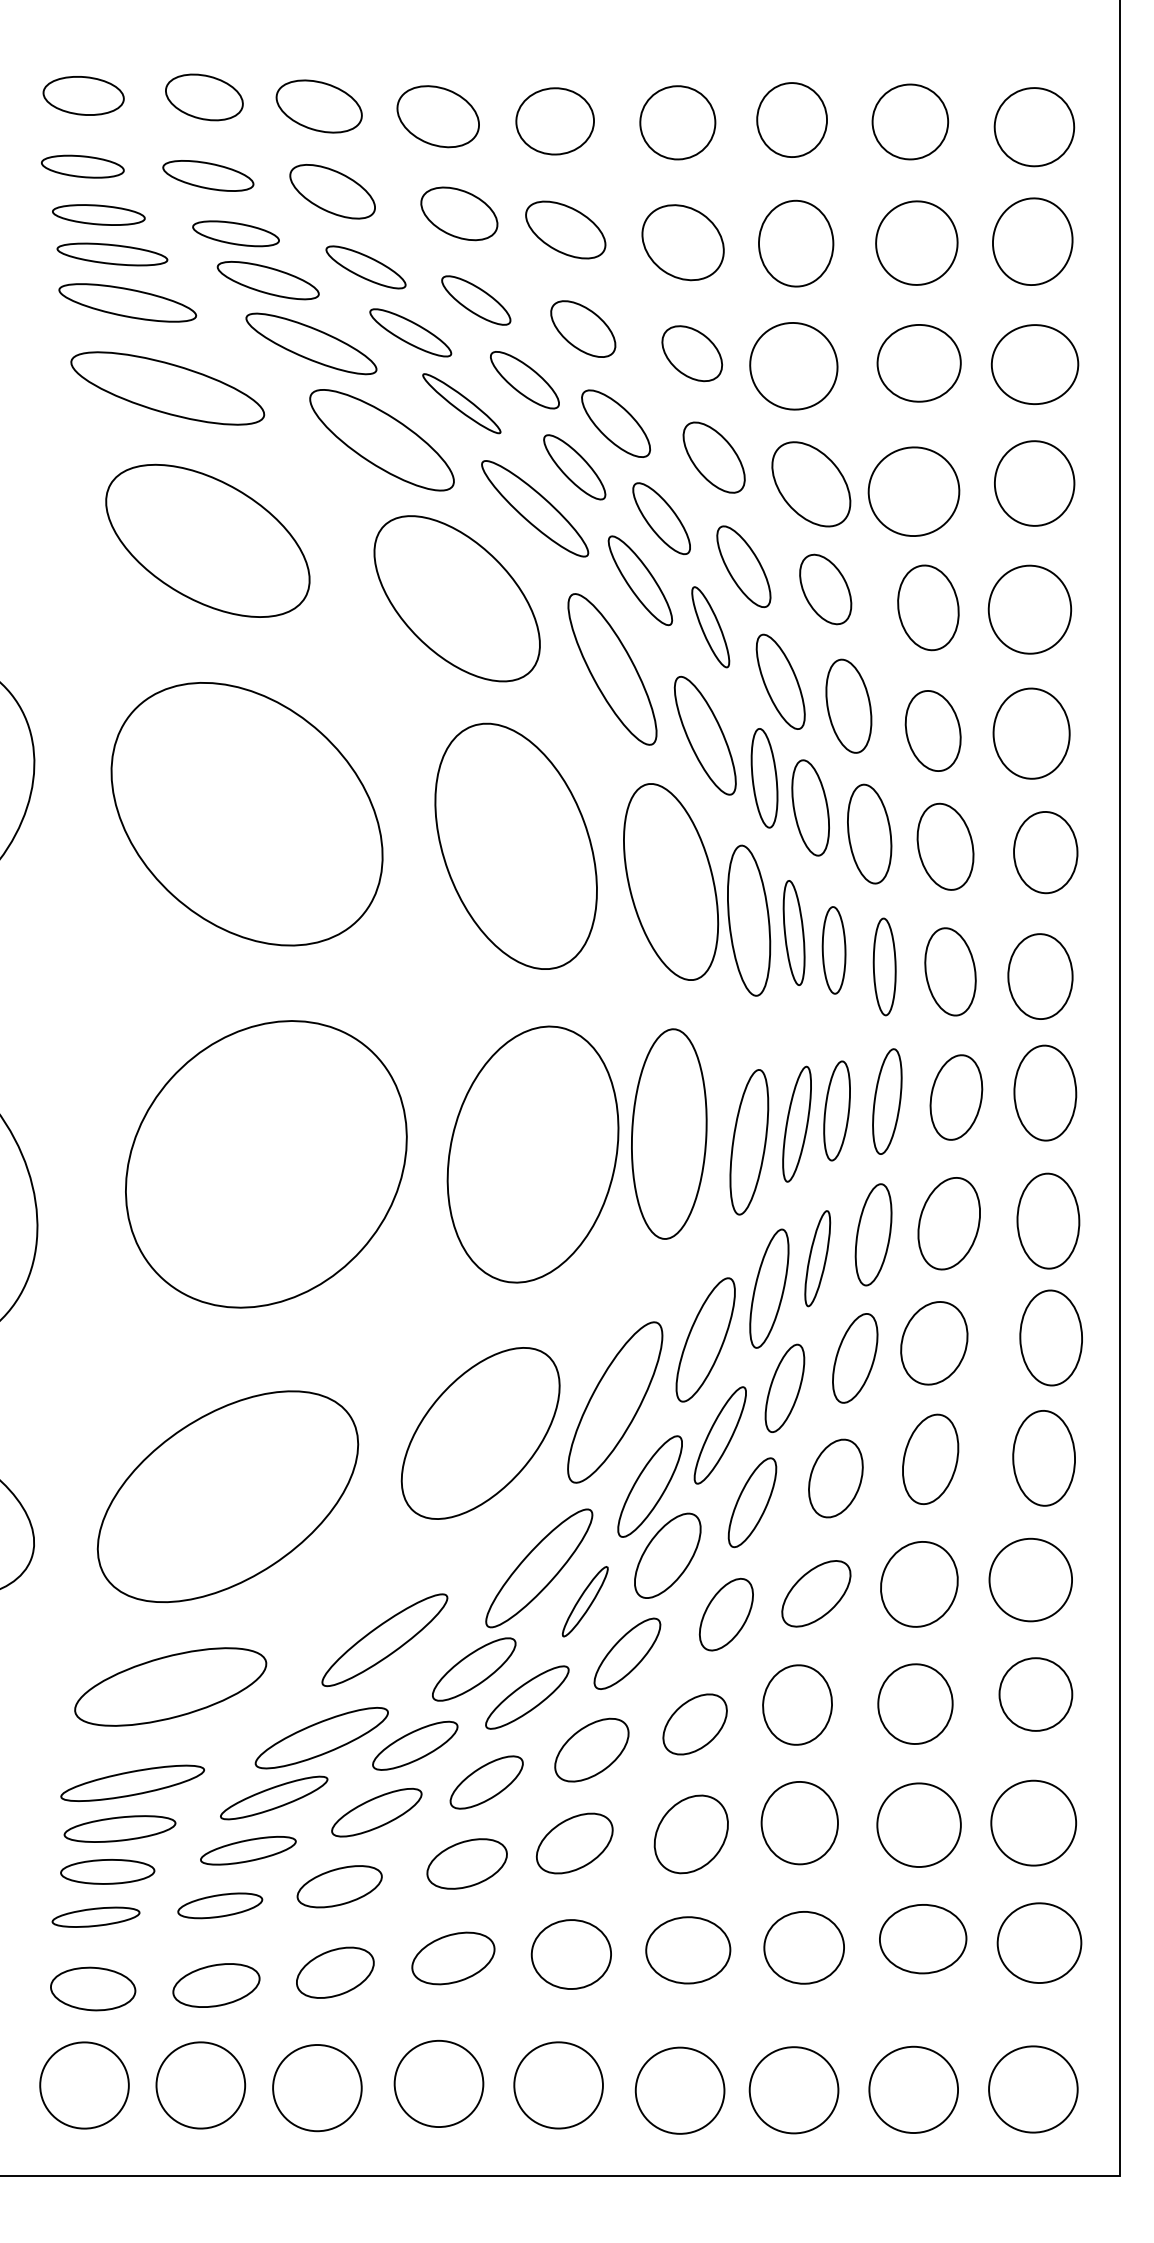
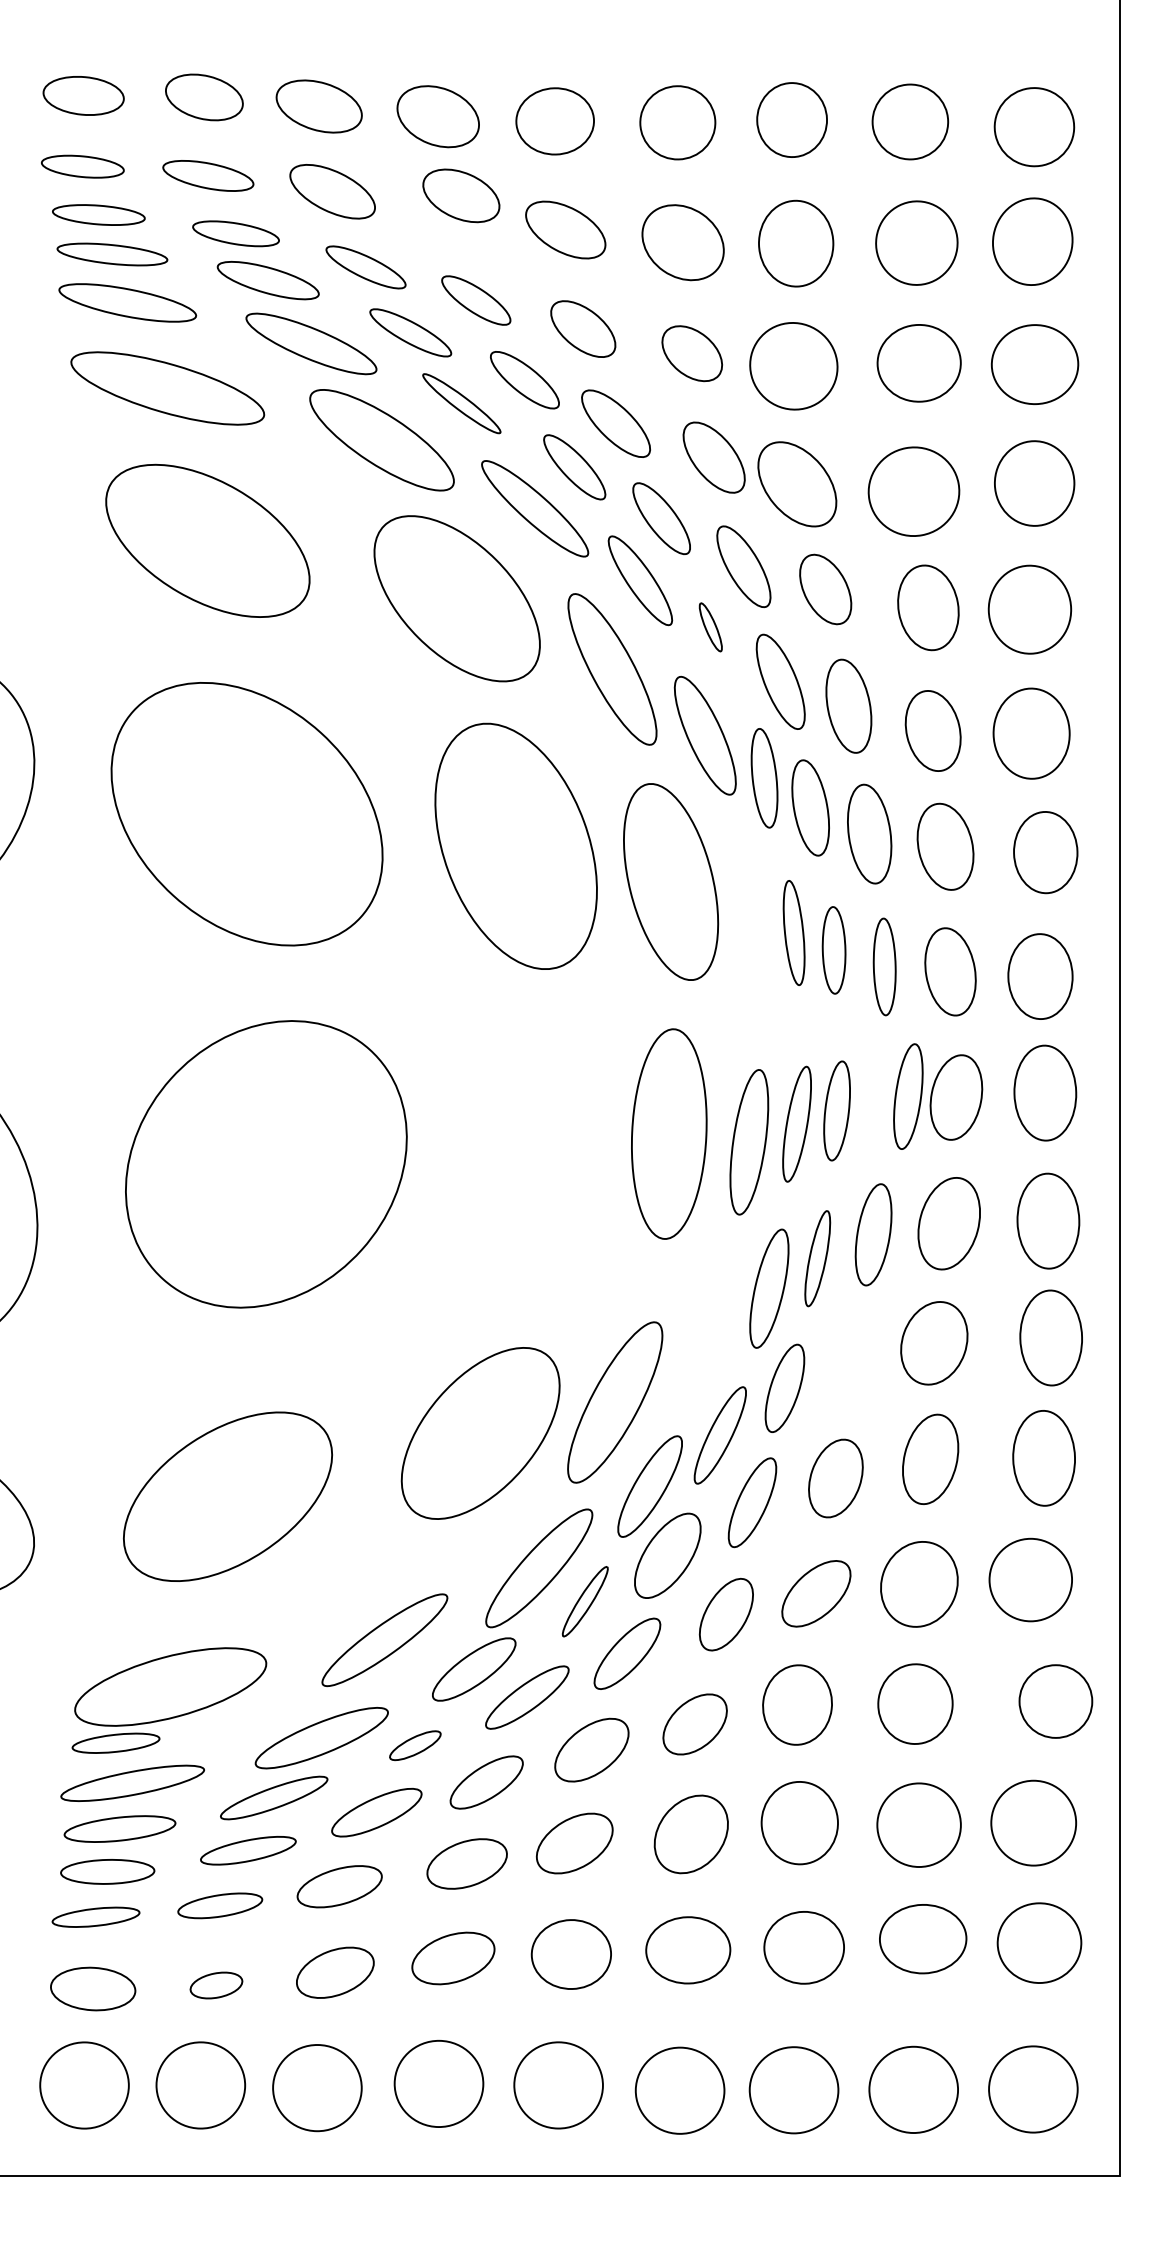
part at (459, 213) position: (459, 213) -> (461, 195)
part at (811, 484) position: (811, 484) -> (797, 484)
part at (710, 627) size: 40x83 px -> 25x51 px
part at (749, 920): present -> none
part at (887, 1101) position: (887, 1101) -> (908, 1096)
part at (532, 1154): present -> none
part at (705, 1339): present -> none
part at (855, 1358): present -> none
part at (227, 1496) size: 264x214 px -> 210x171 px
curve at (1001, 1688) position: (1001, 1688) -> (1021, 1695)
part at (115, 1742): none -> present
part at (415, 1745) size: 87x51 px -> 53x32 px
part at (216, 1985) size: 89x45 px -> 55x29 px
